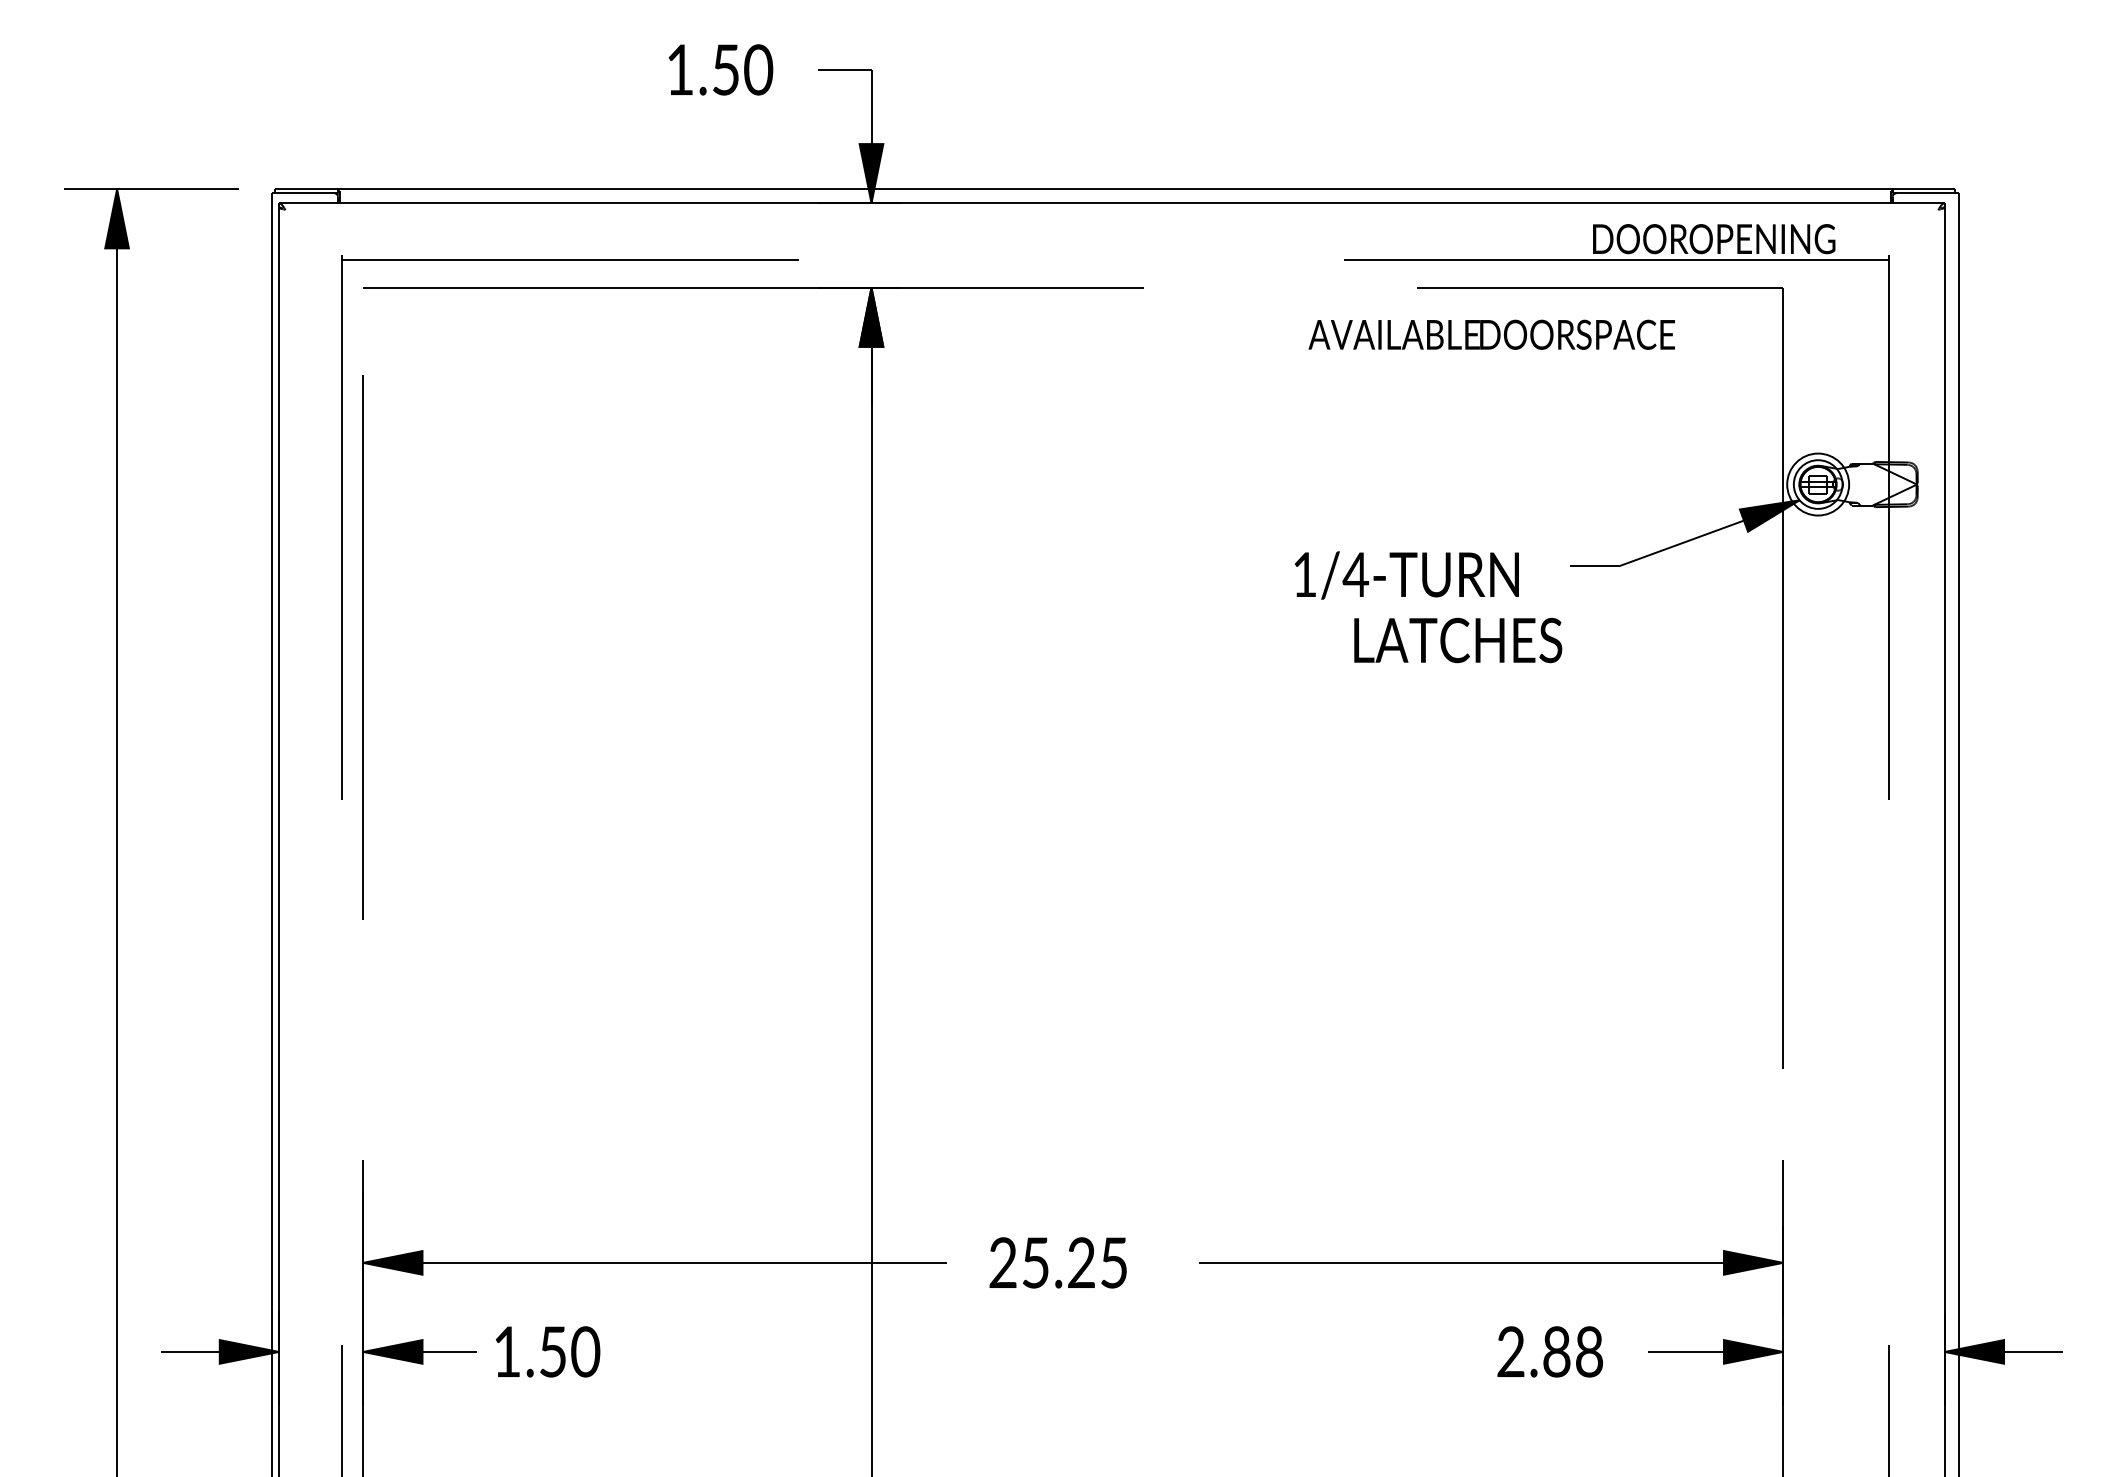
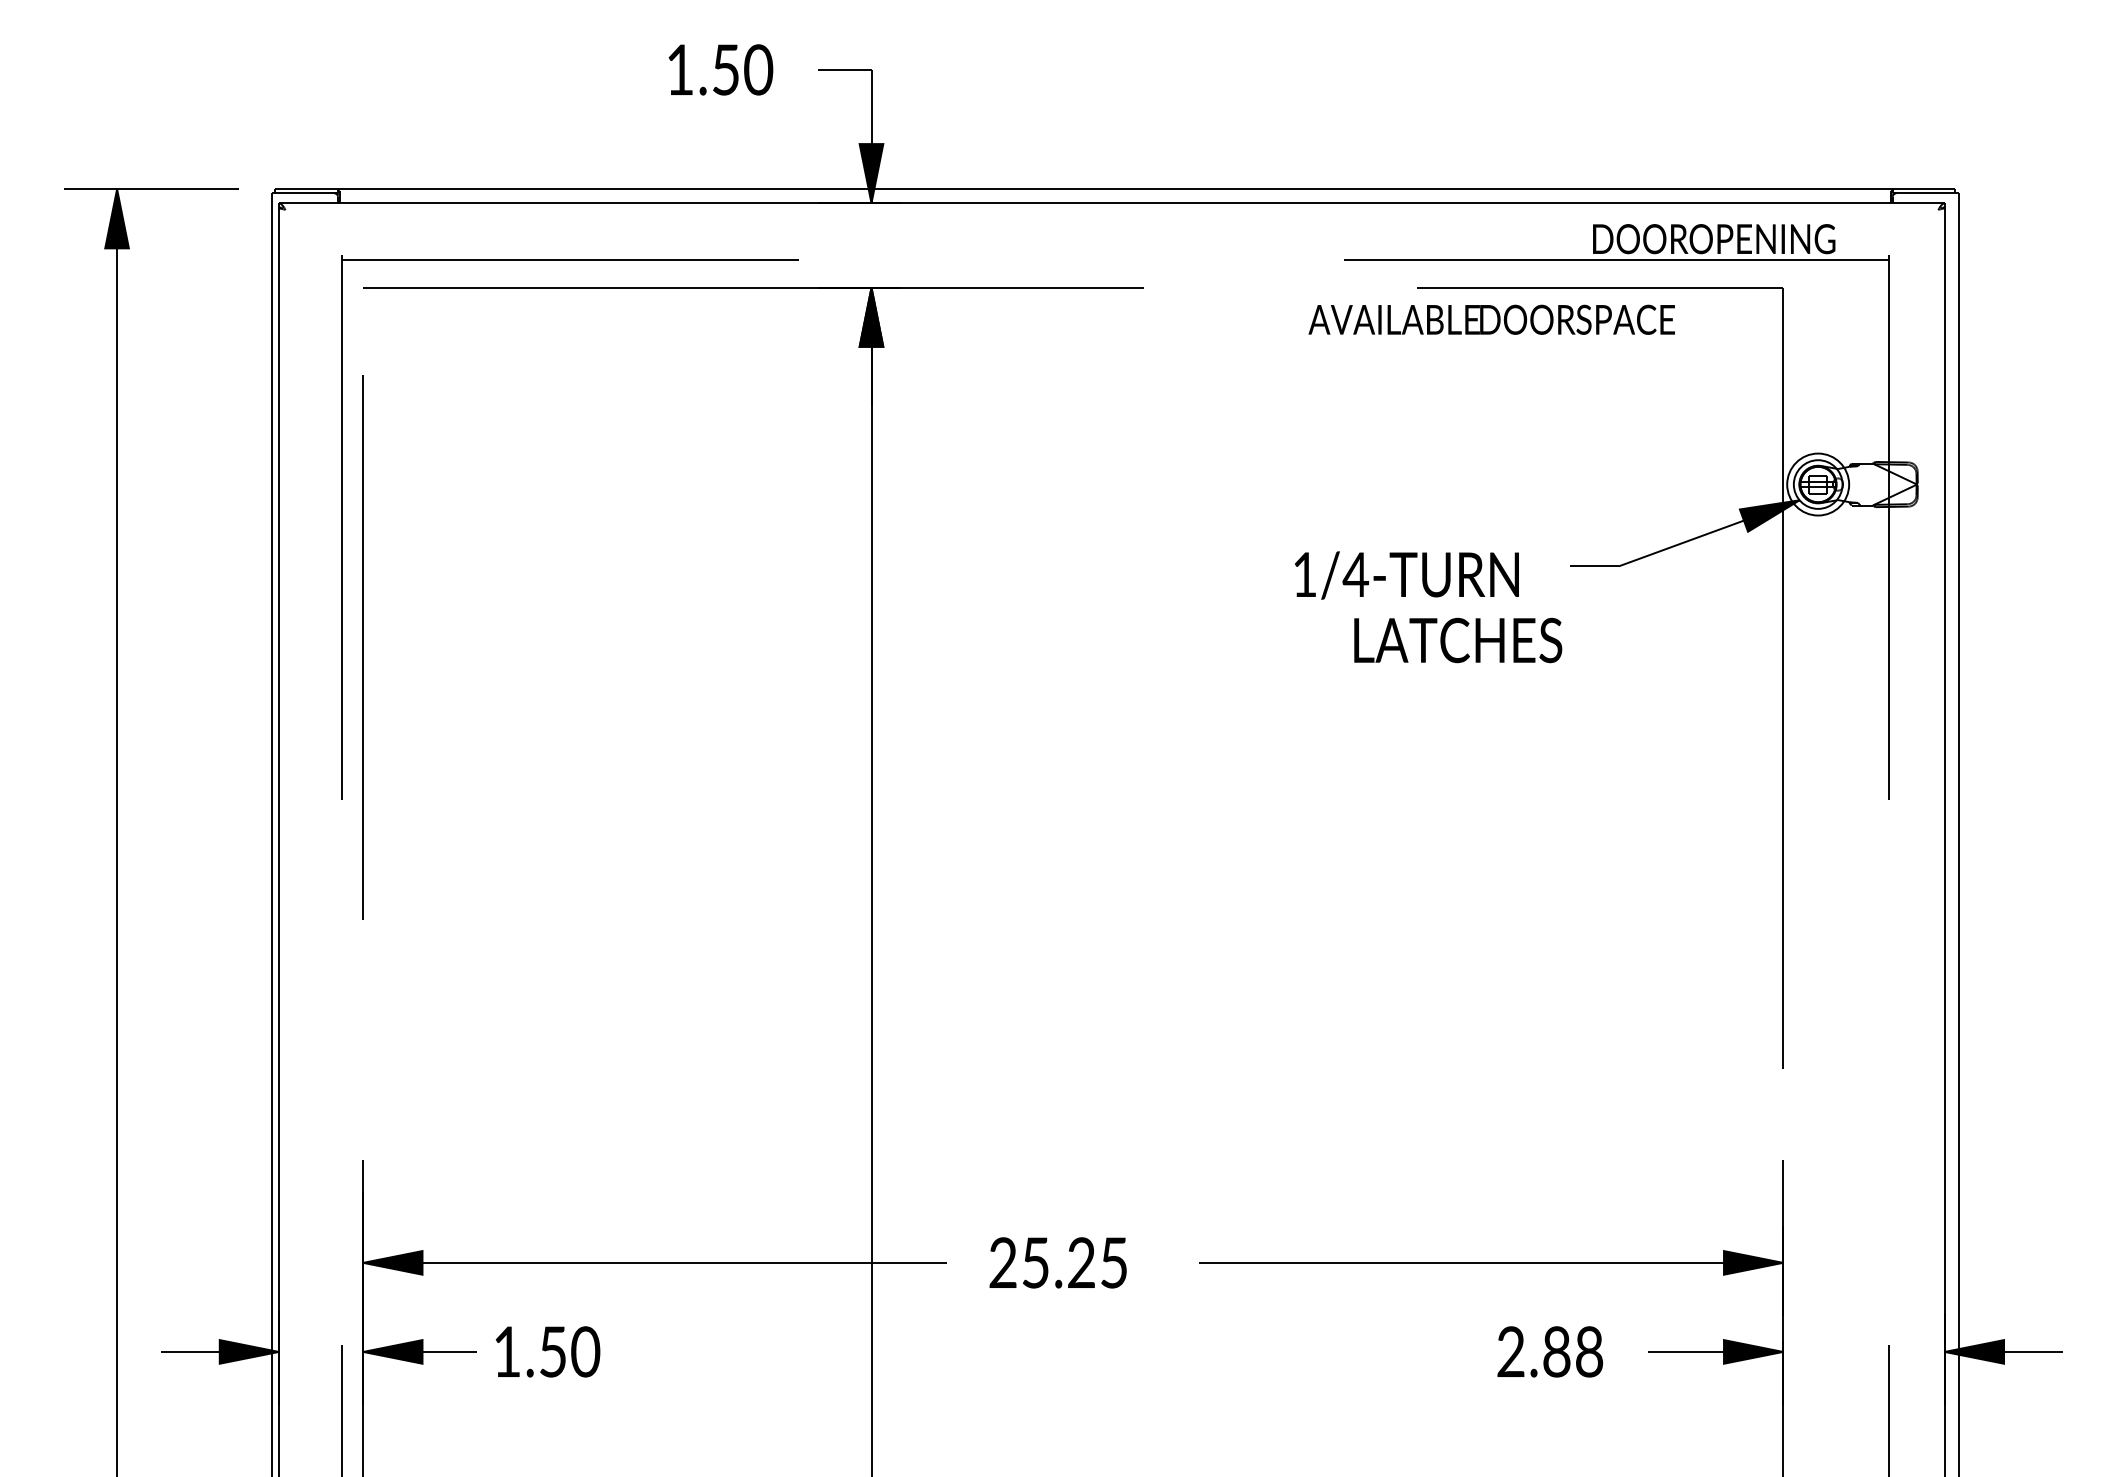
text at (1491, 334) position: (1491, 334) -> (1491, 319)
